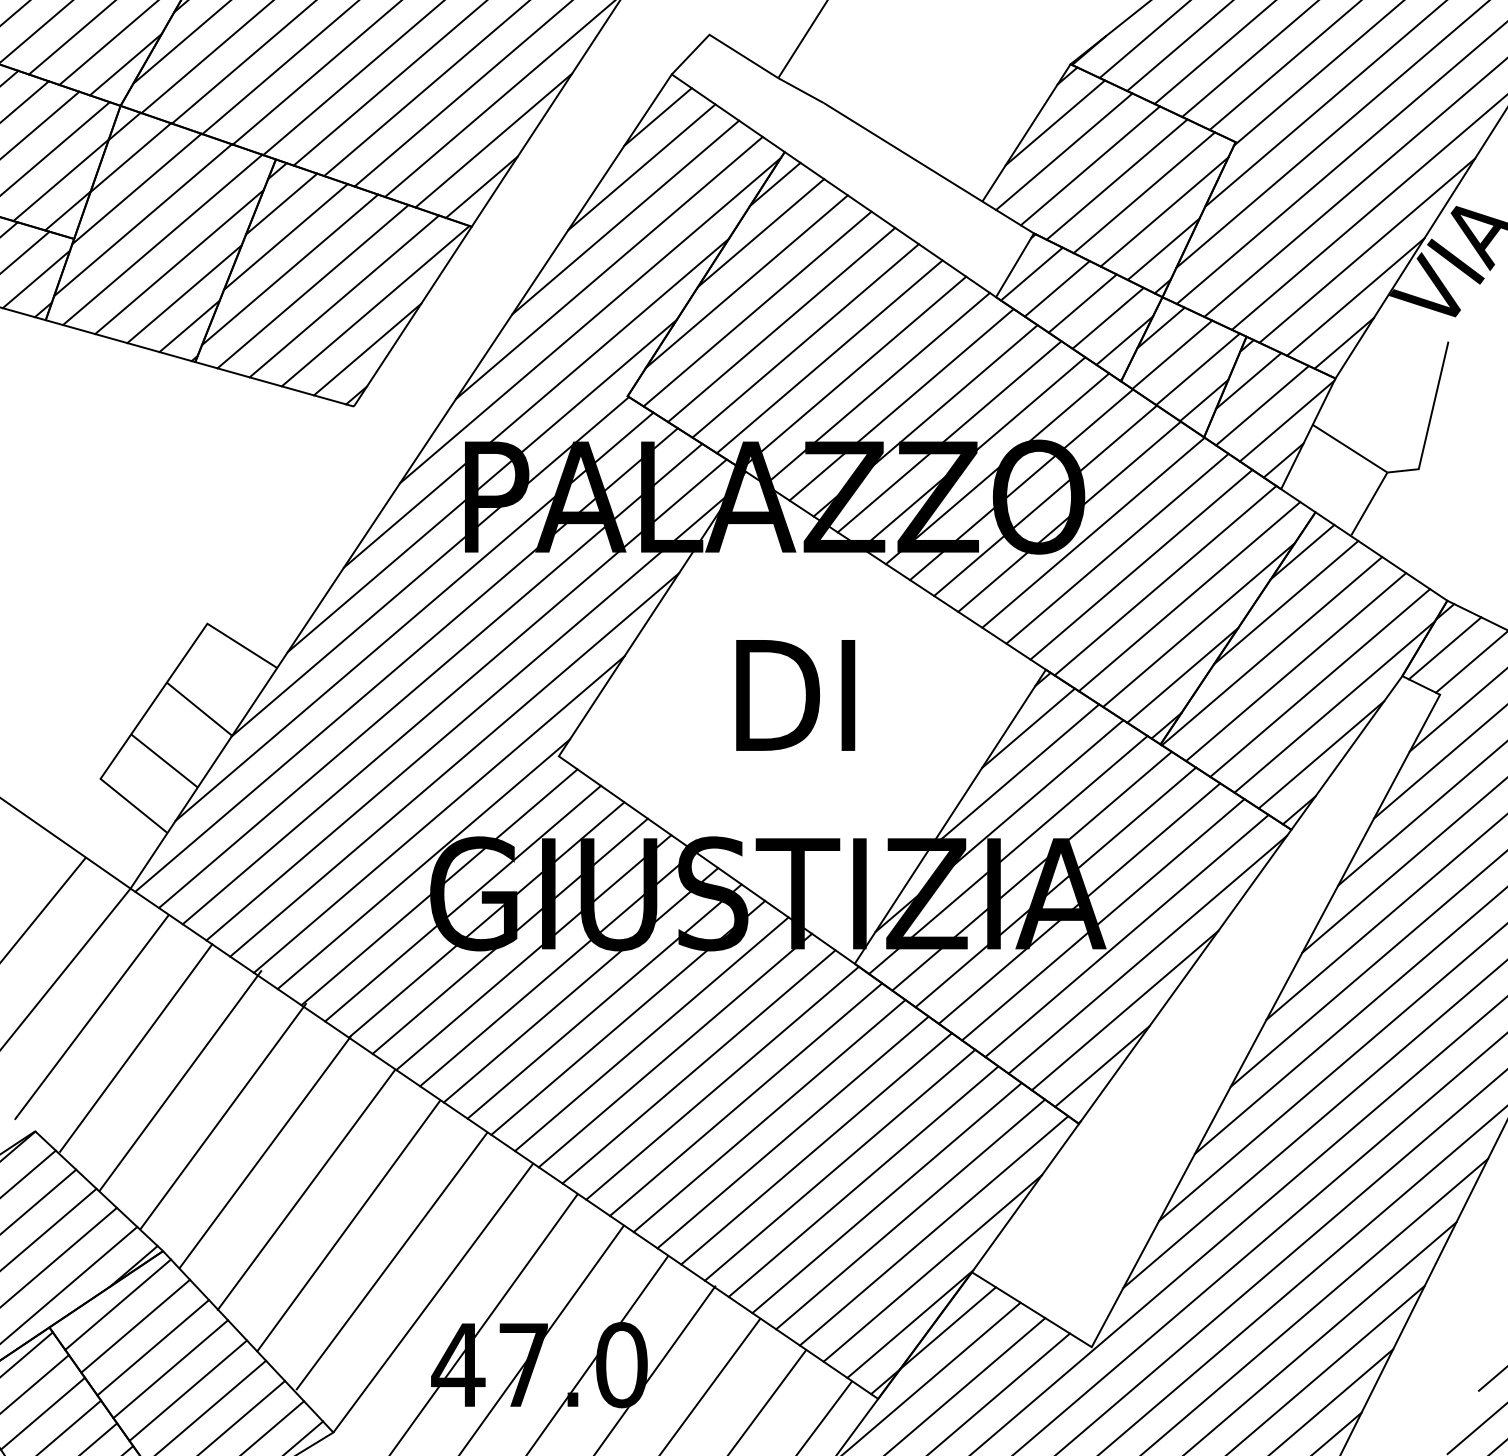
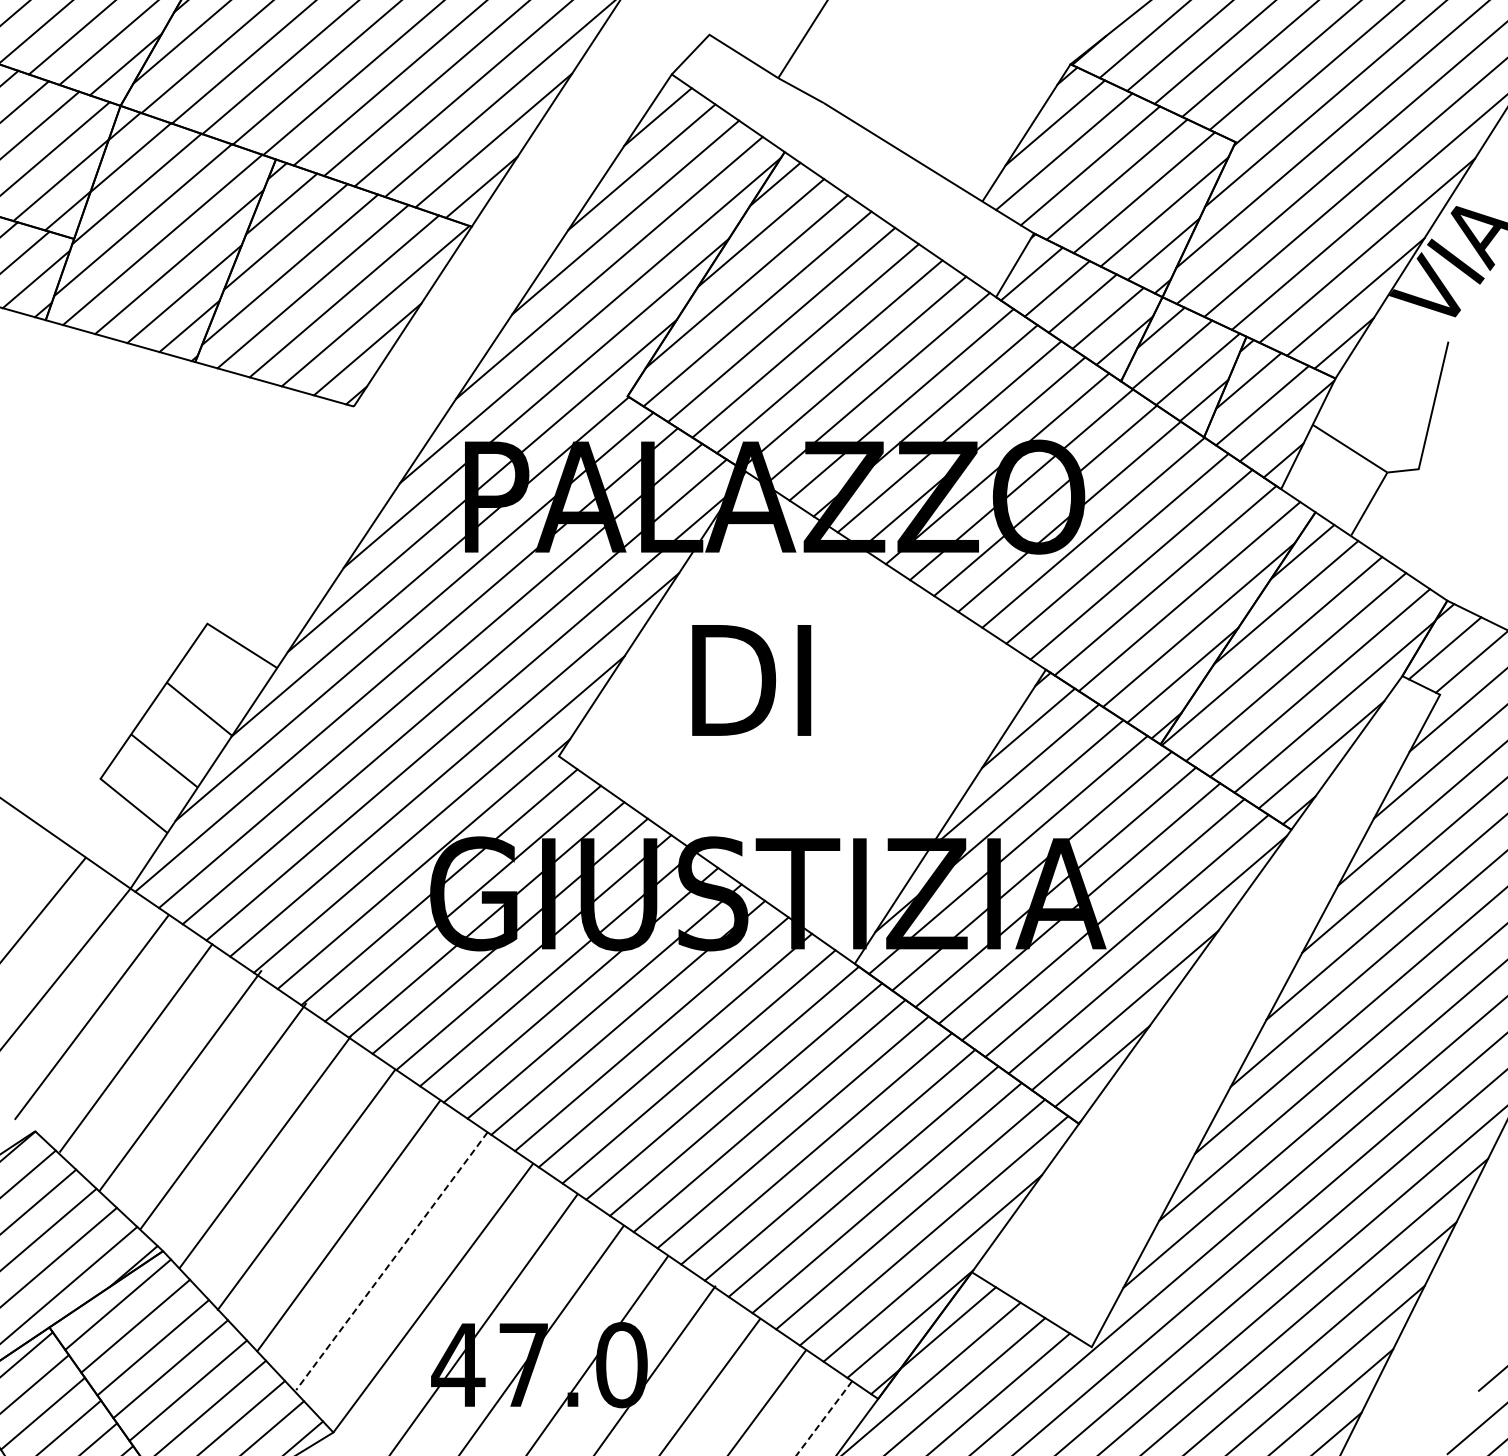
text at (795, 695) position: (795, 695) -> (751, 680)
line at (391, 1261): solid -> dashed
line at (824, 1418): solid -> dashed
